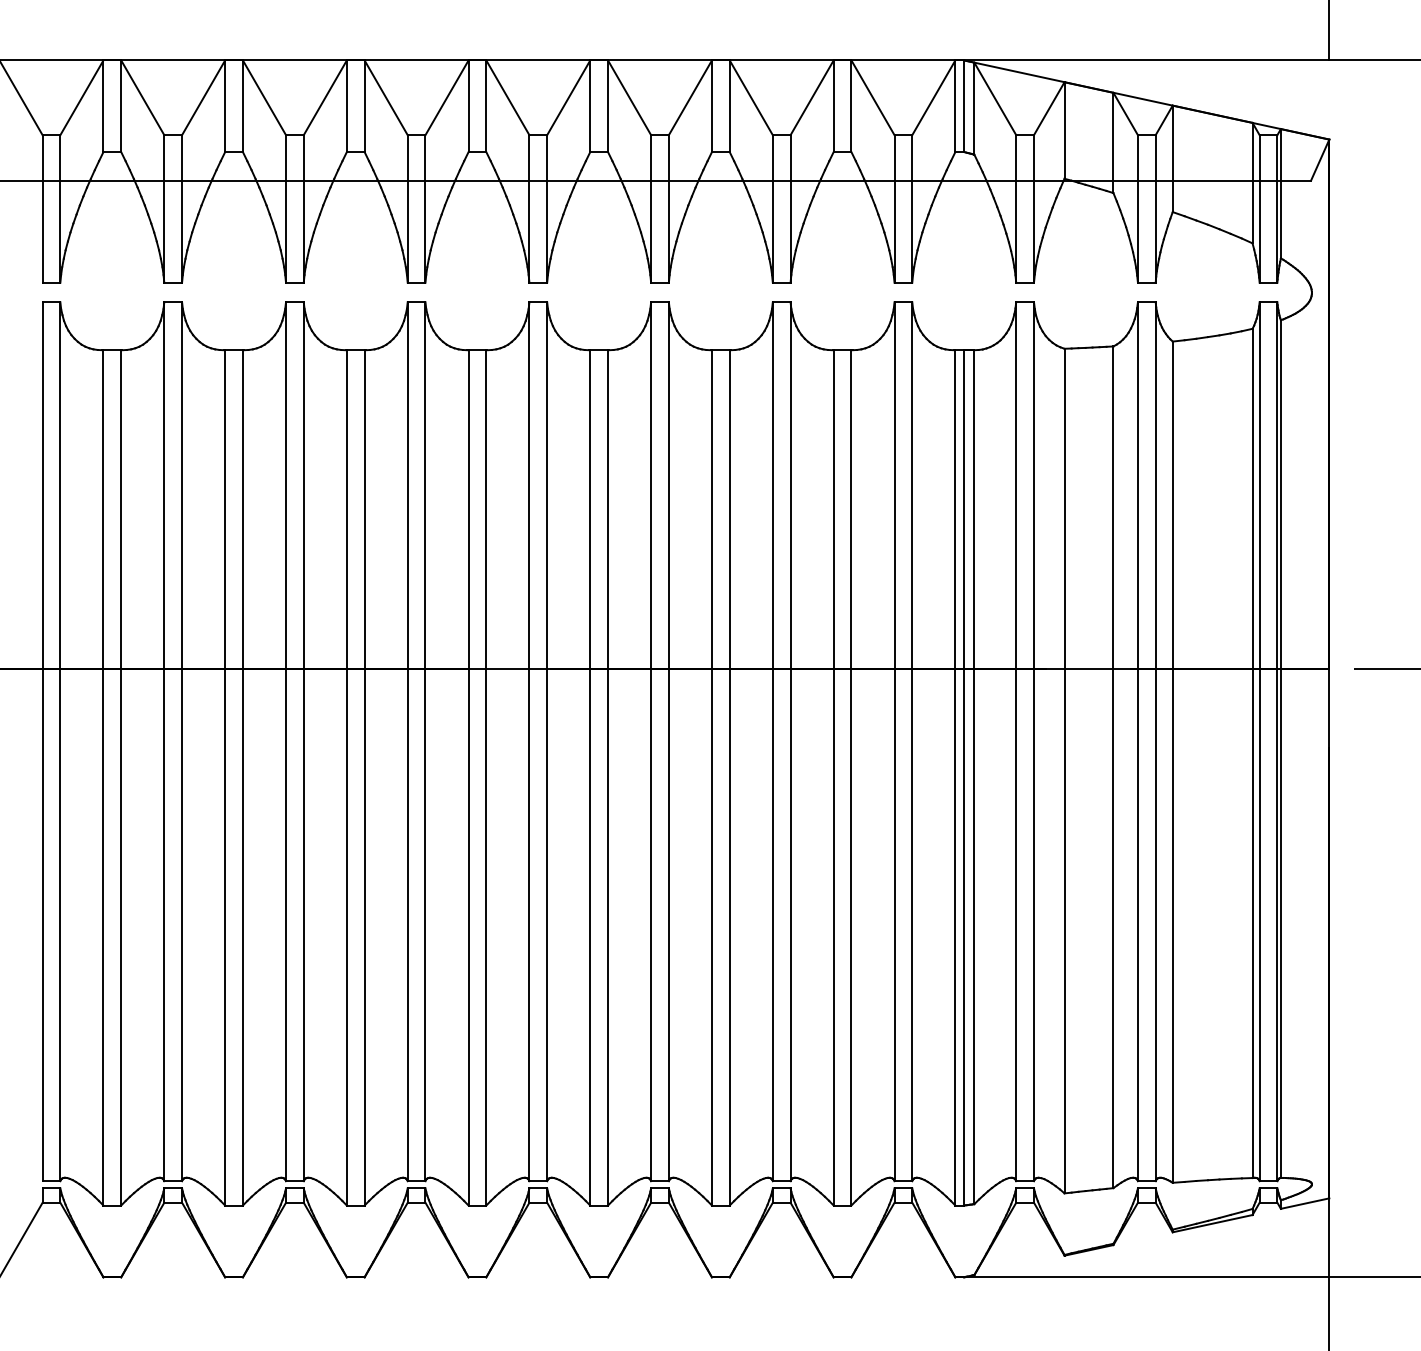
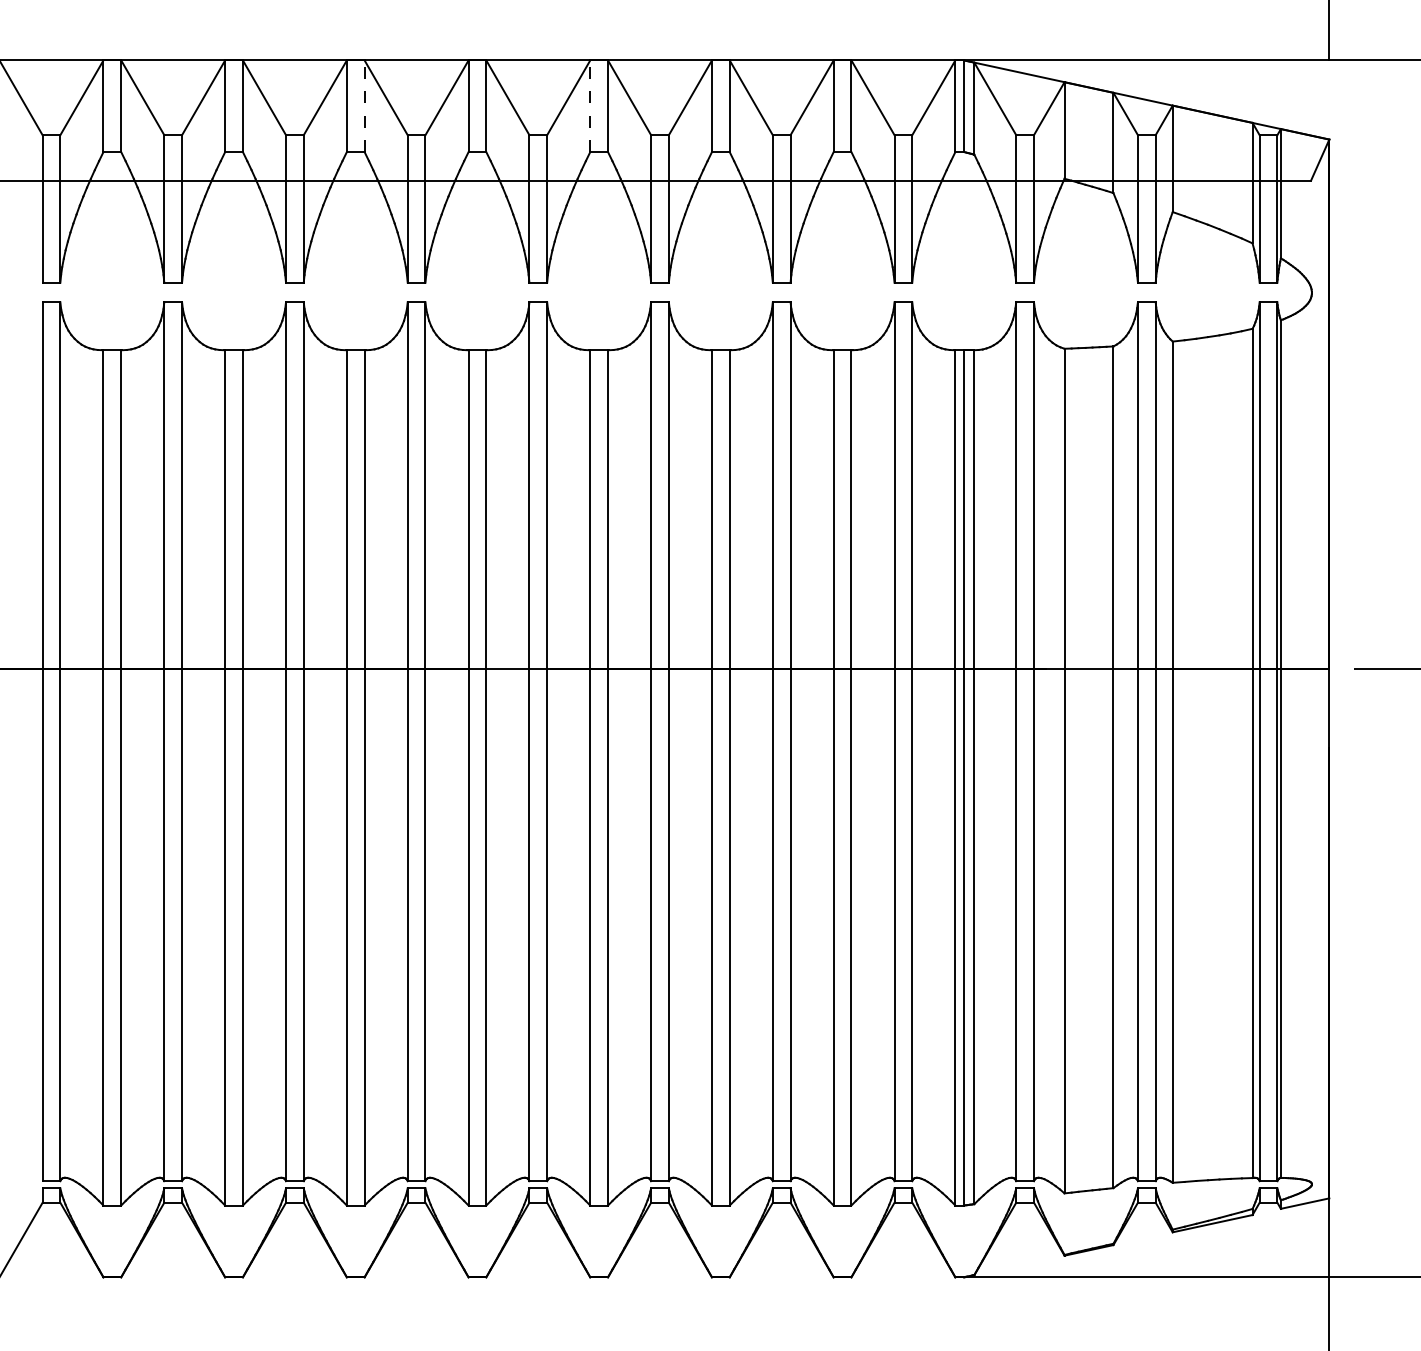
line at (364, 106): solid -> dashed
line at (590, 106): solid -> dashed
